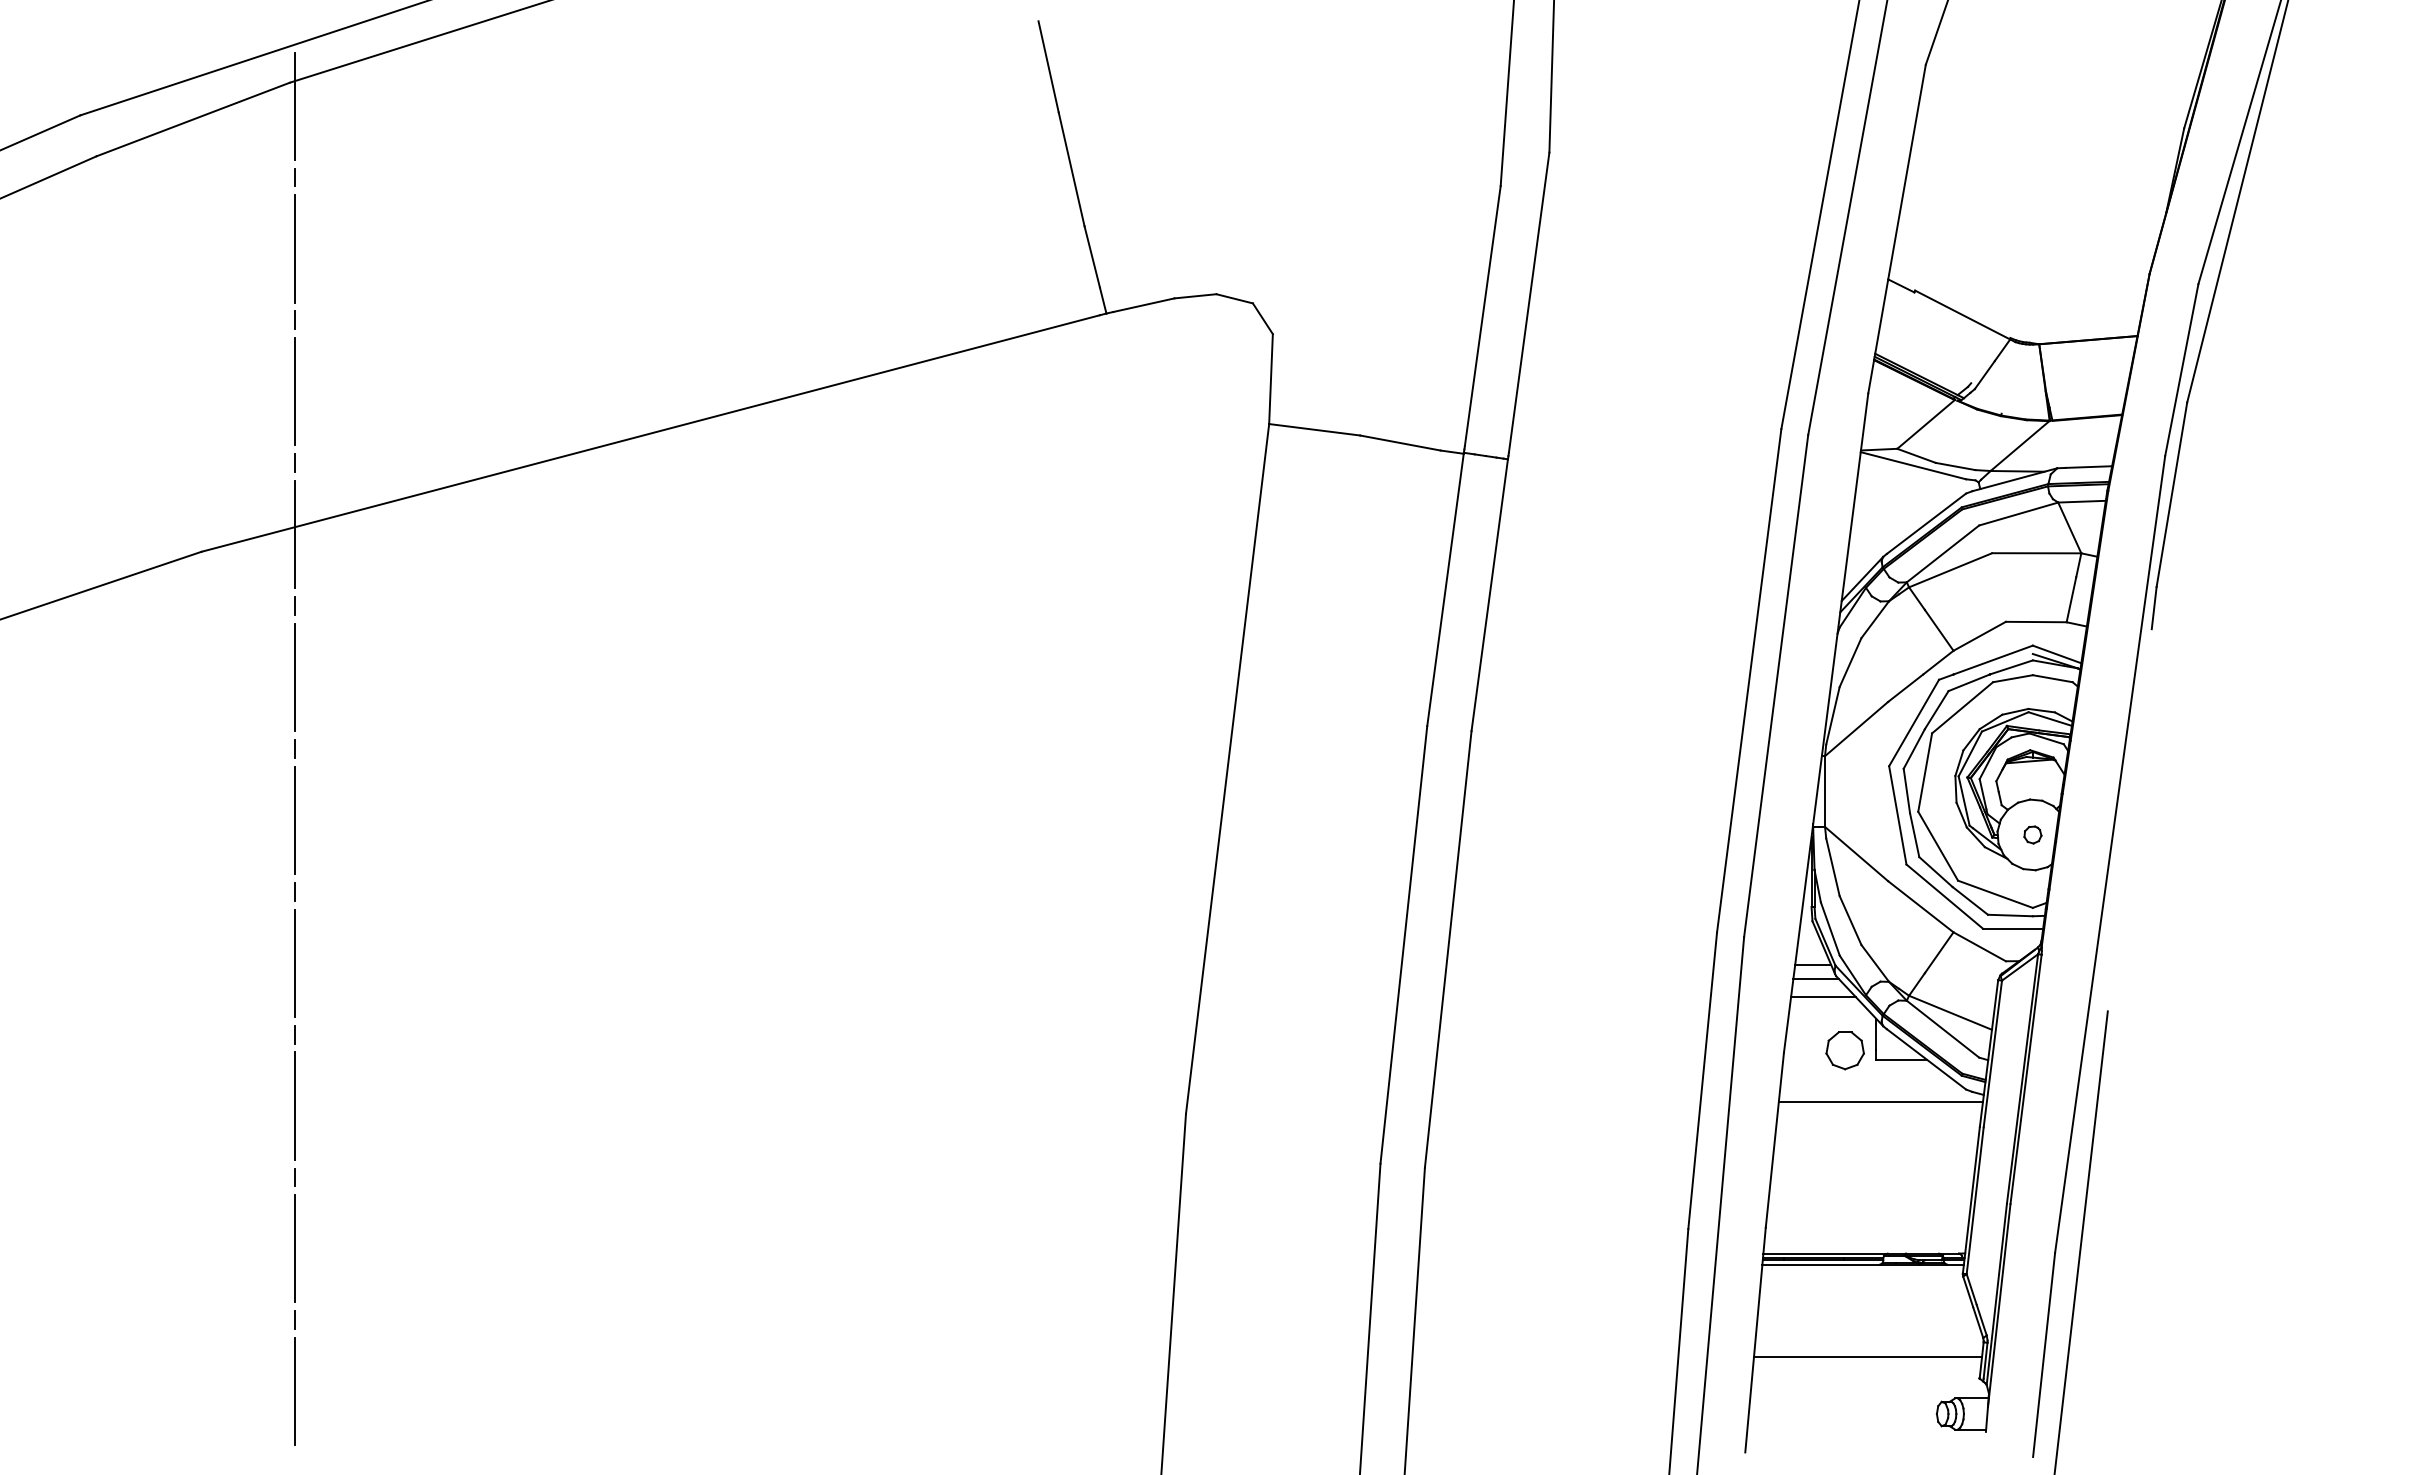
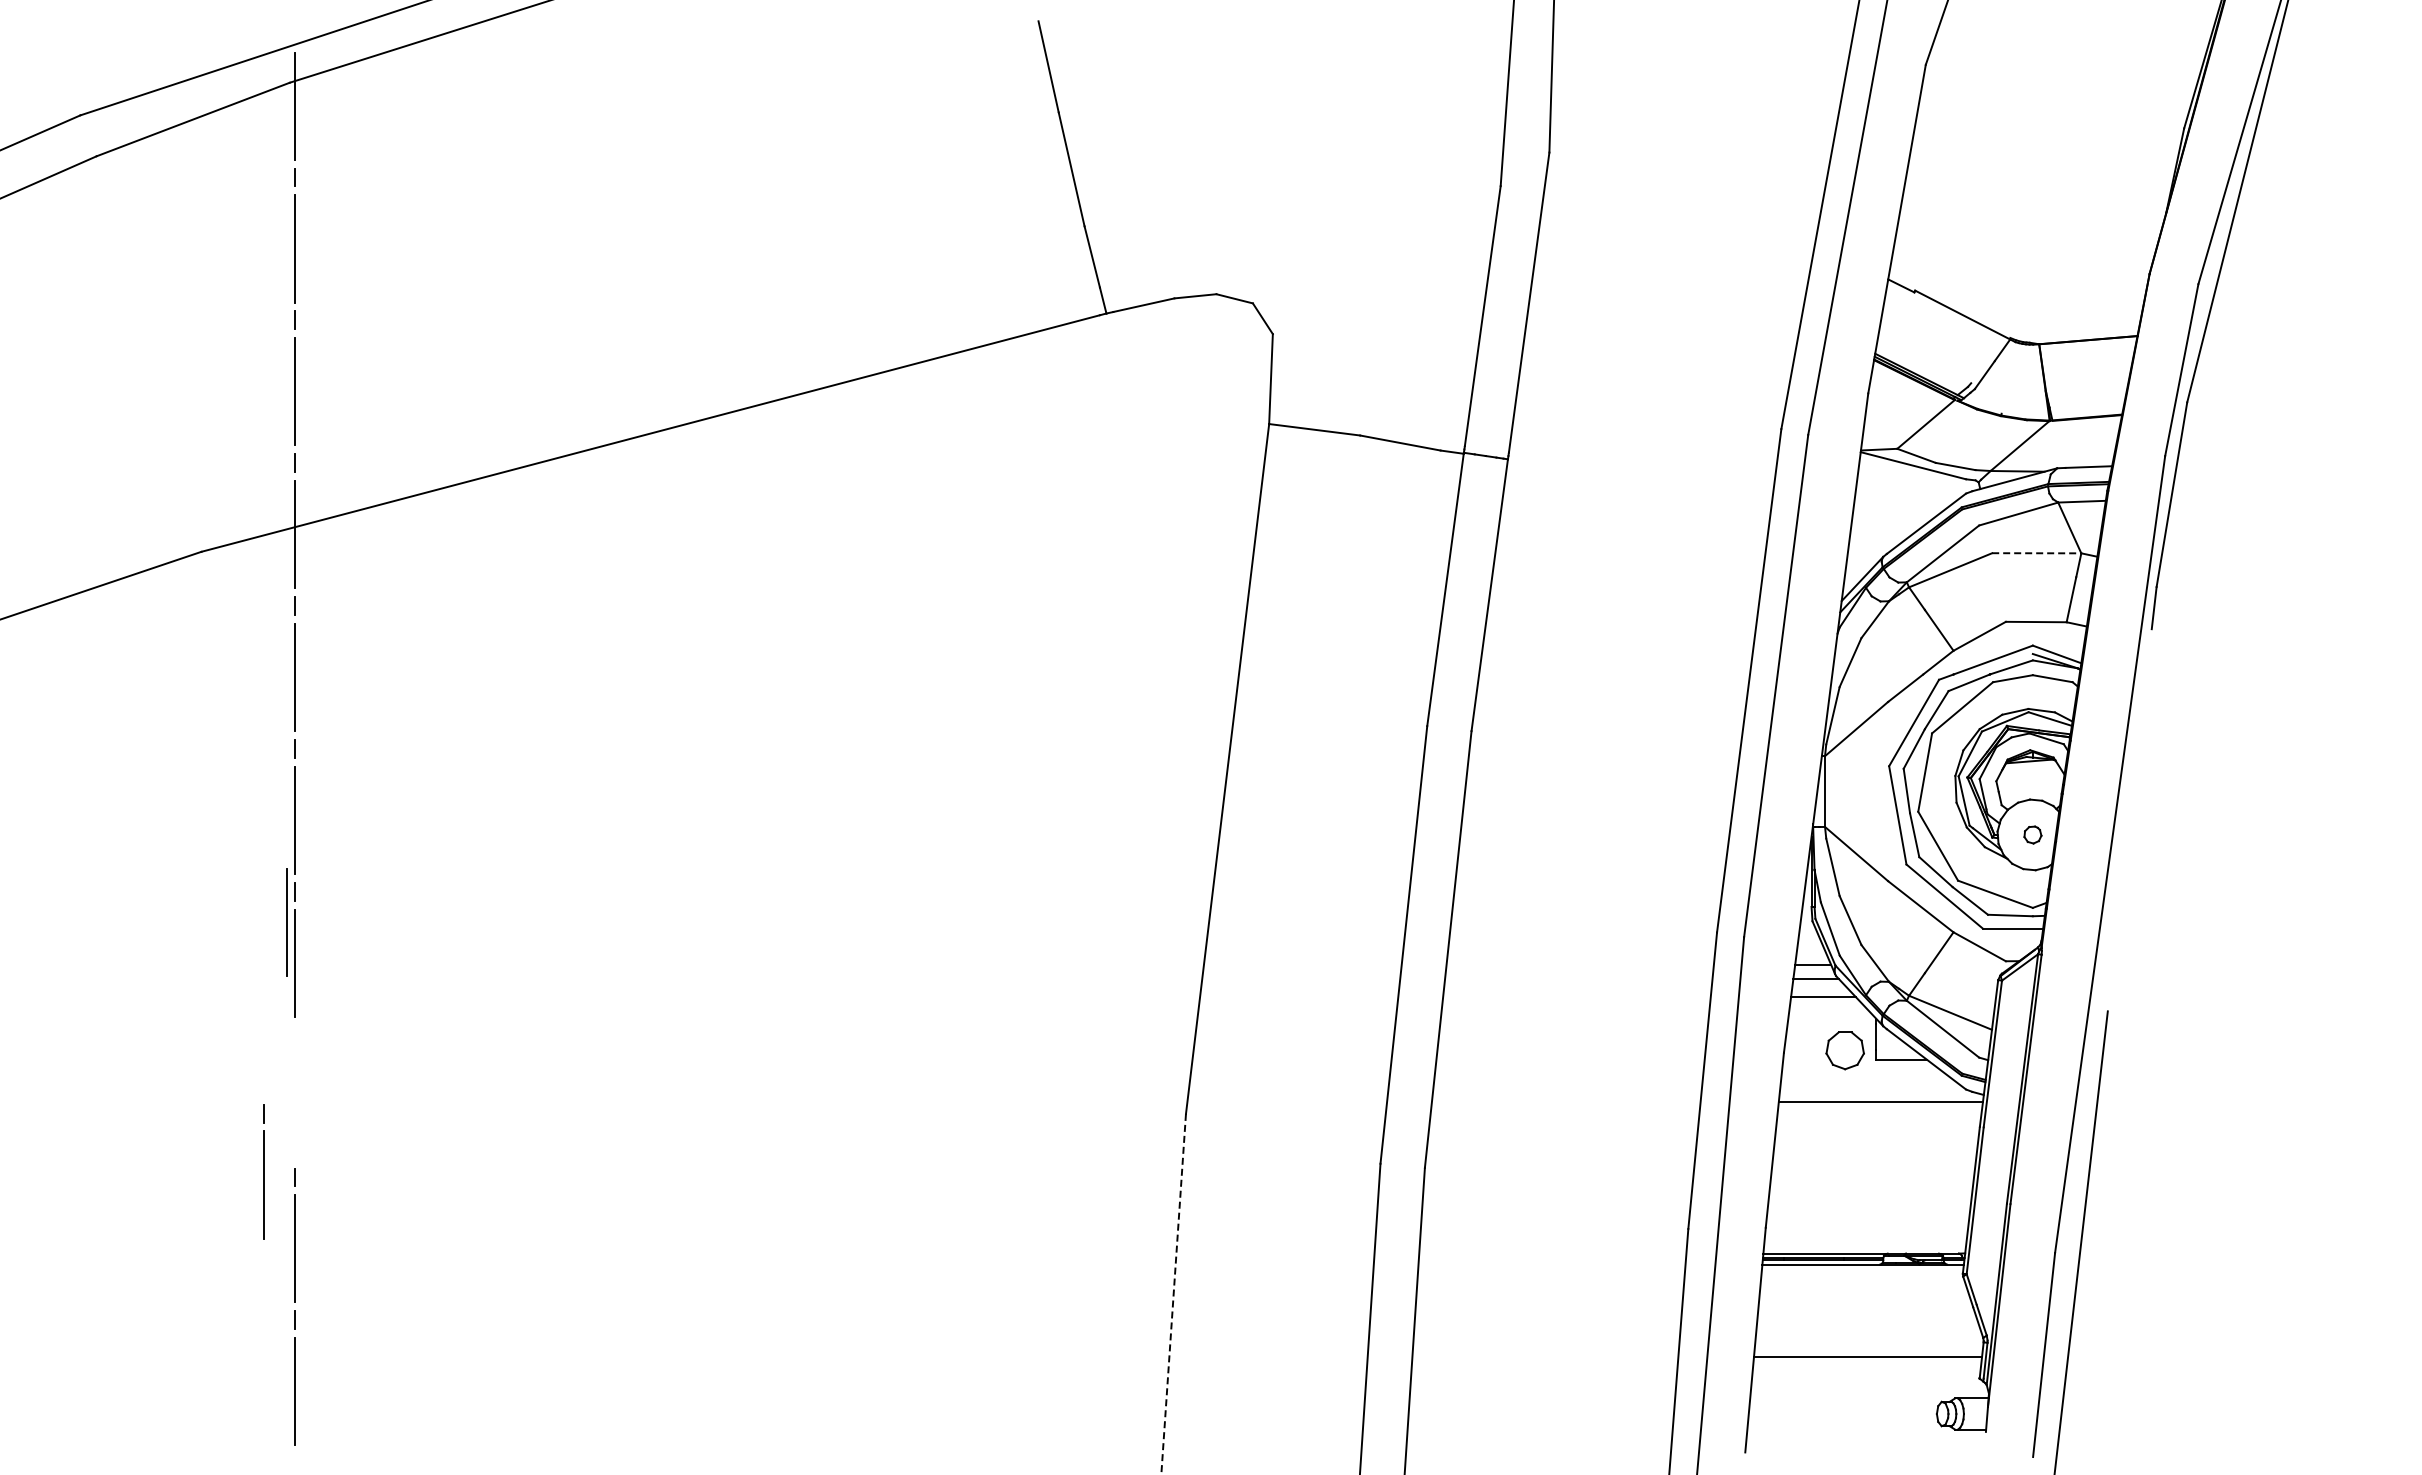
line at (2036, 553): solid -> dashed
line at (286, 922): none -> present
line at (294, 1092) position: (294, 1092) -> (263, 1171)
line at (1173, 1294): solid -> dashed
